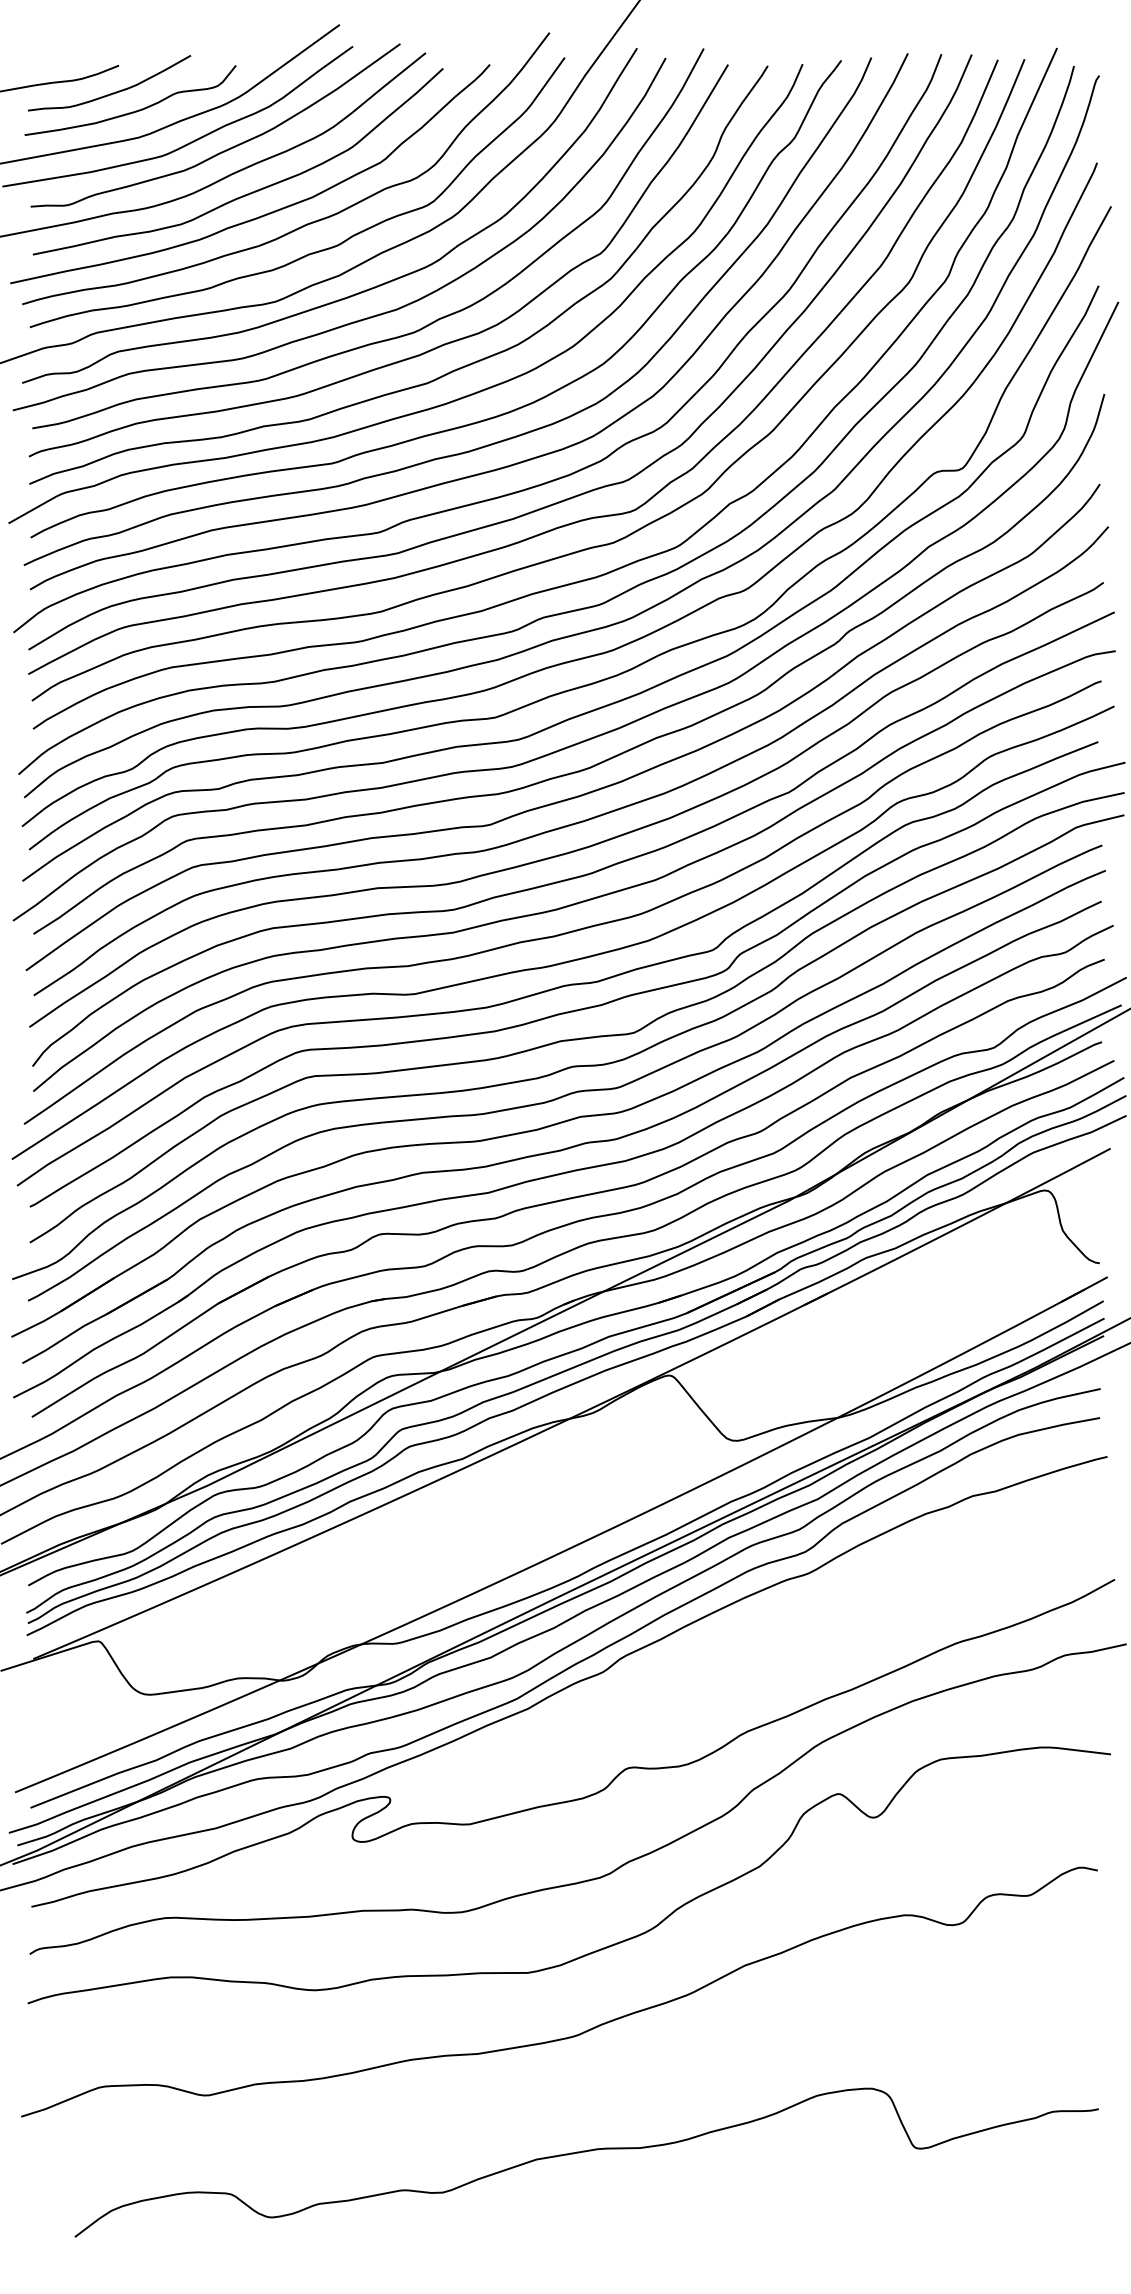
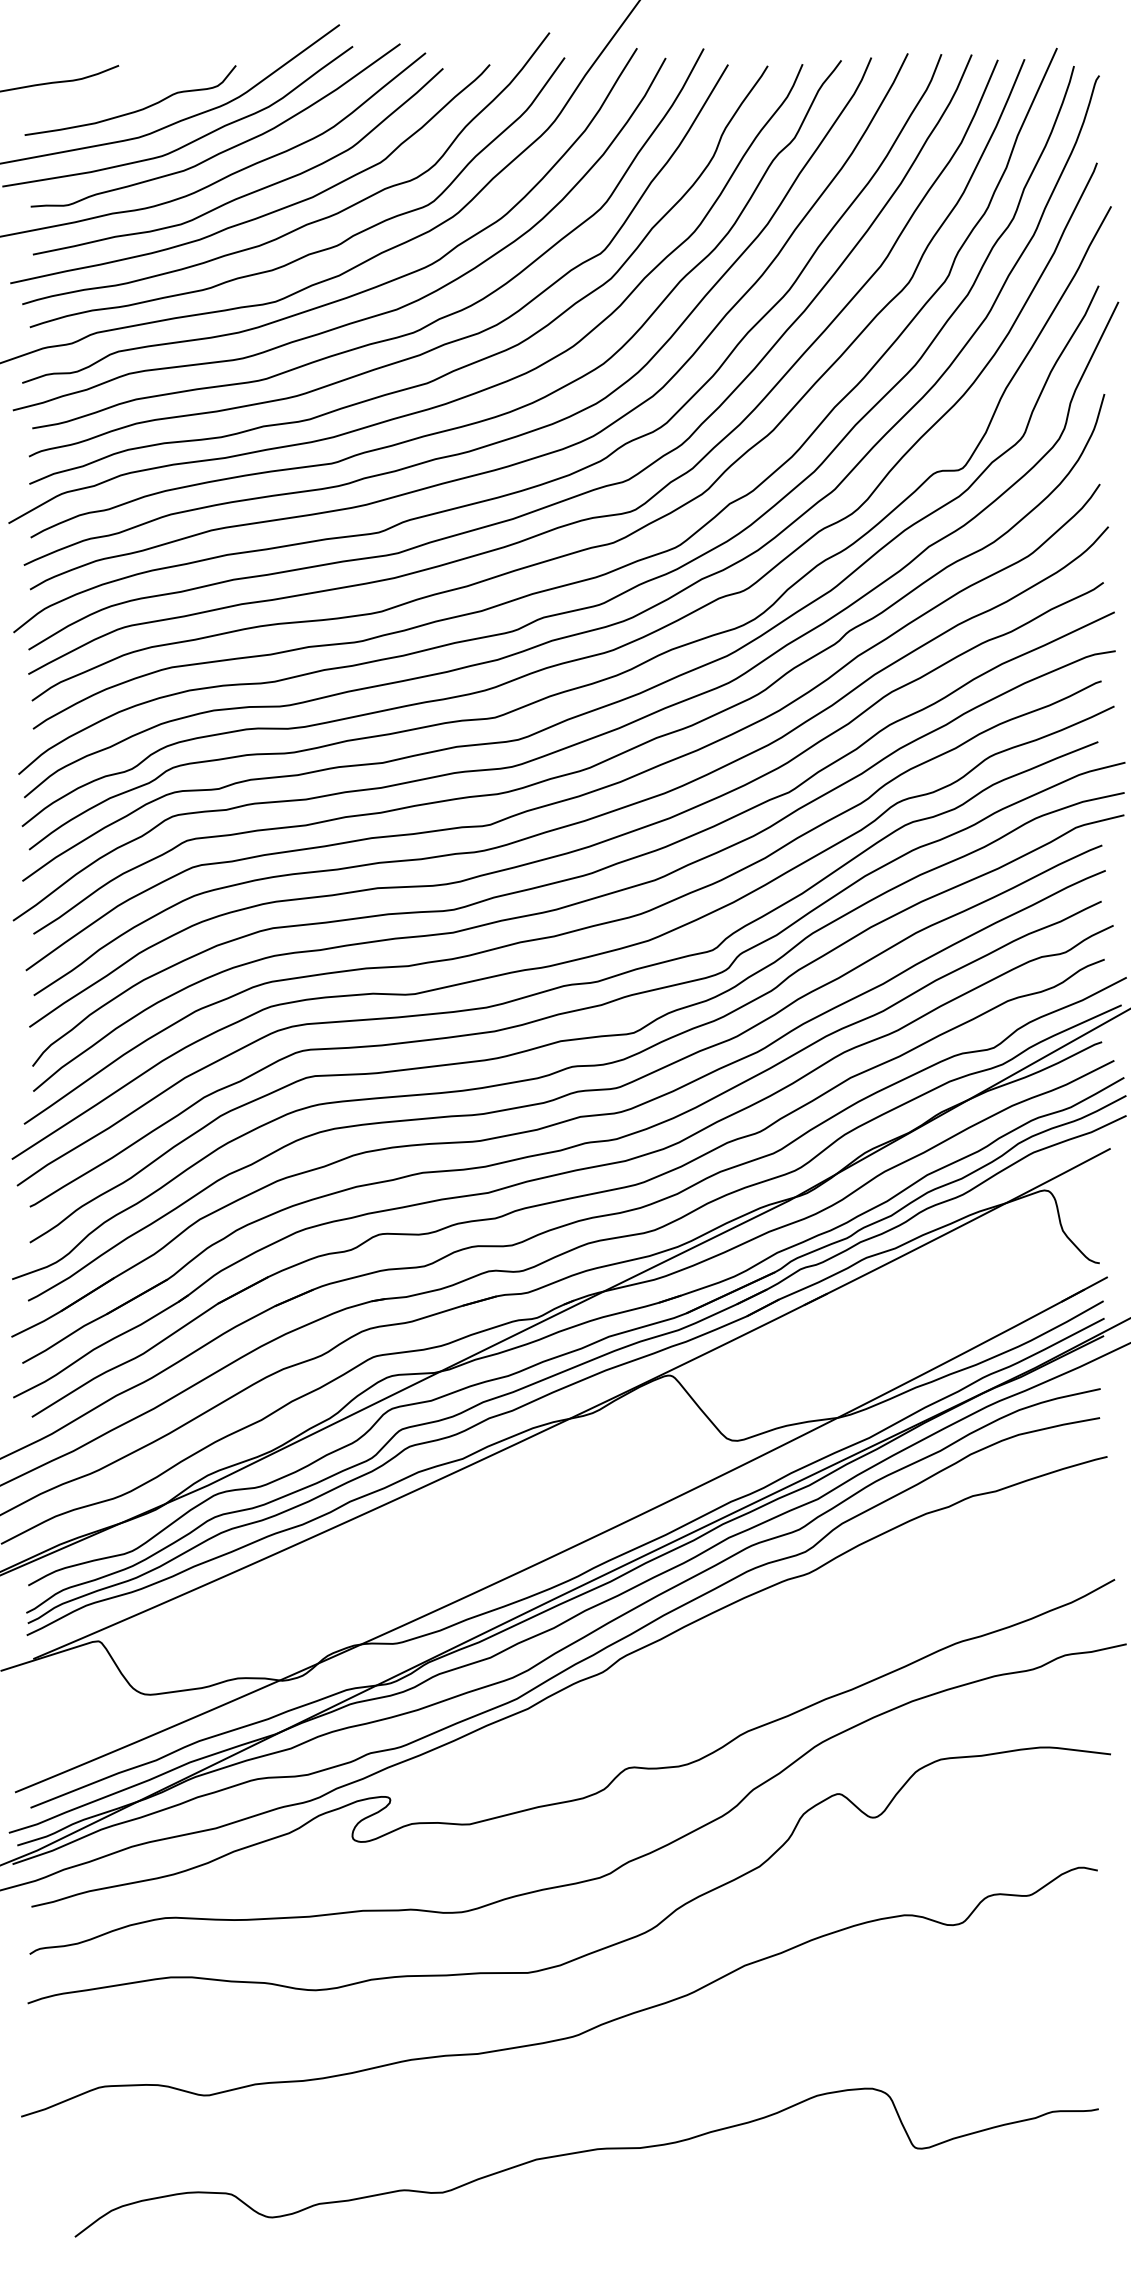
curve at (112, 92): present -> none
